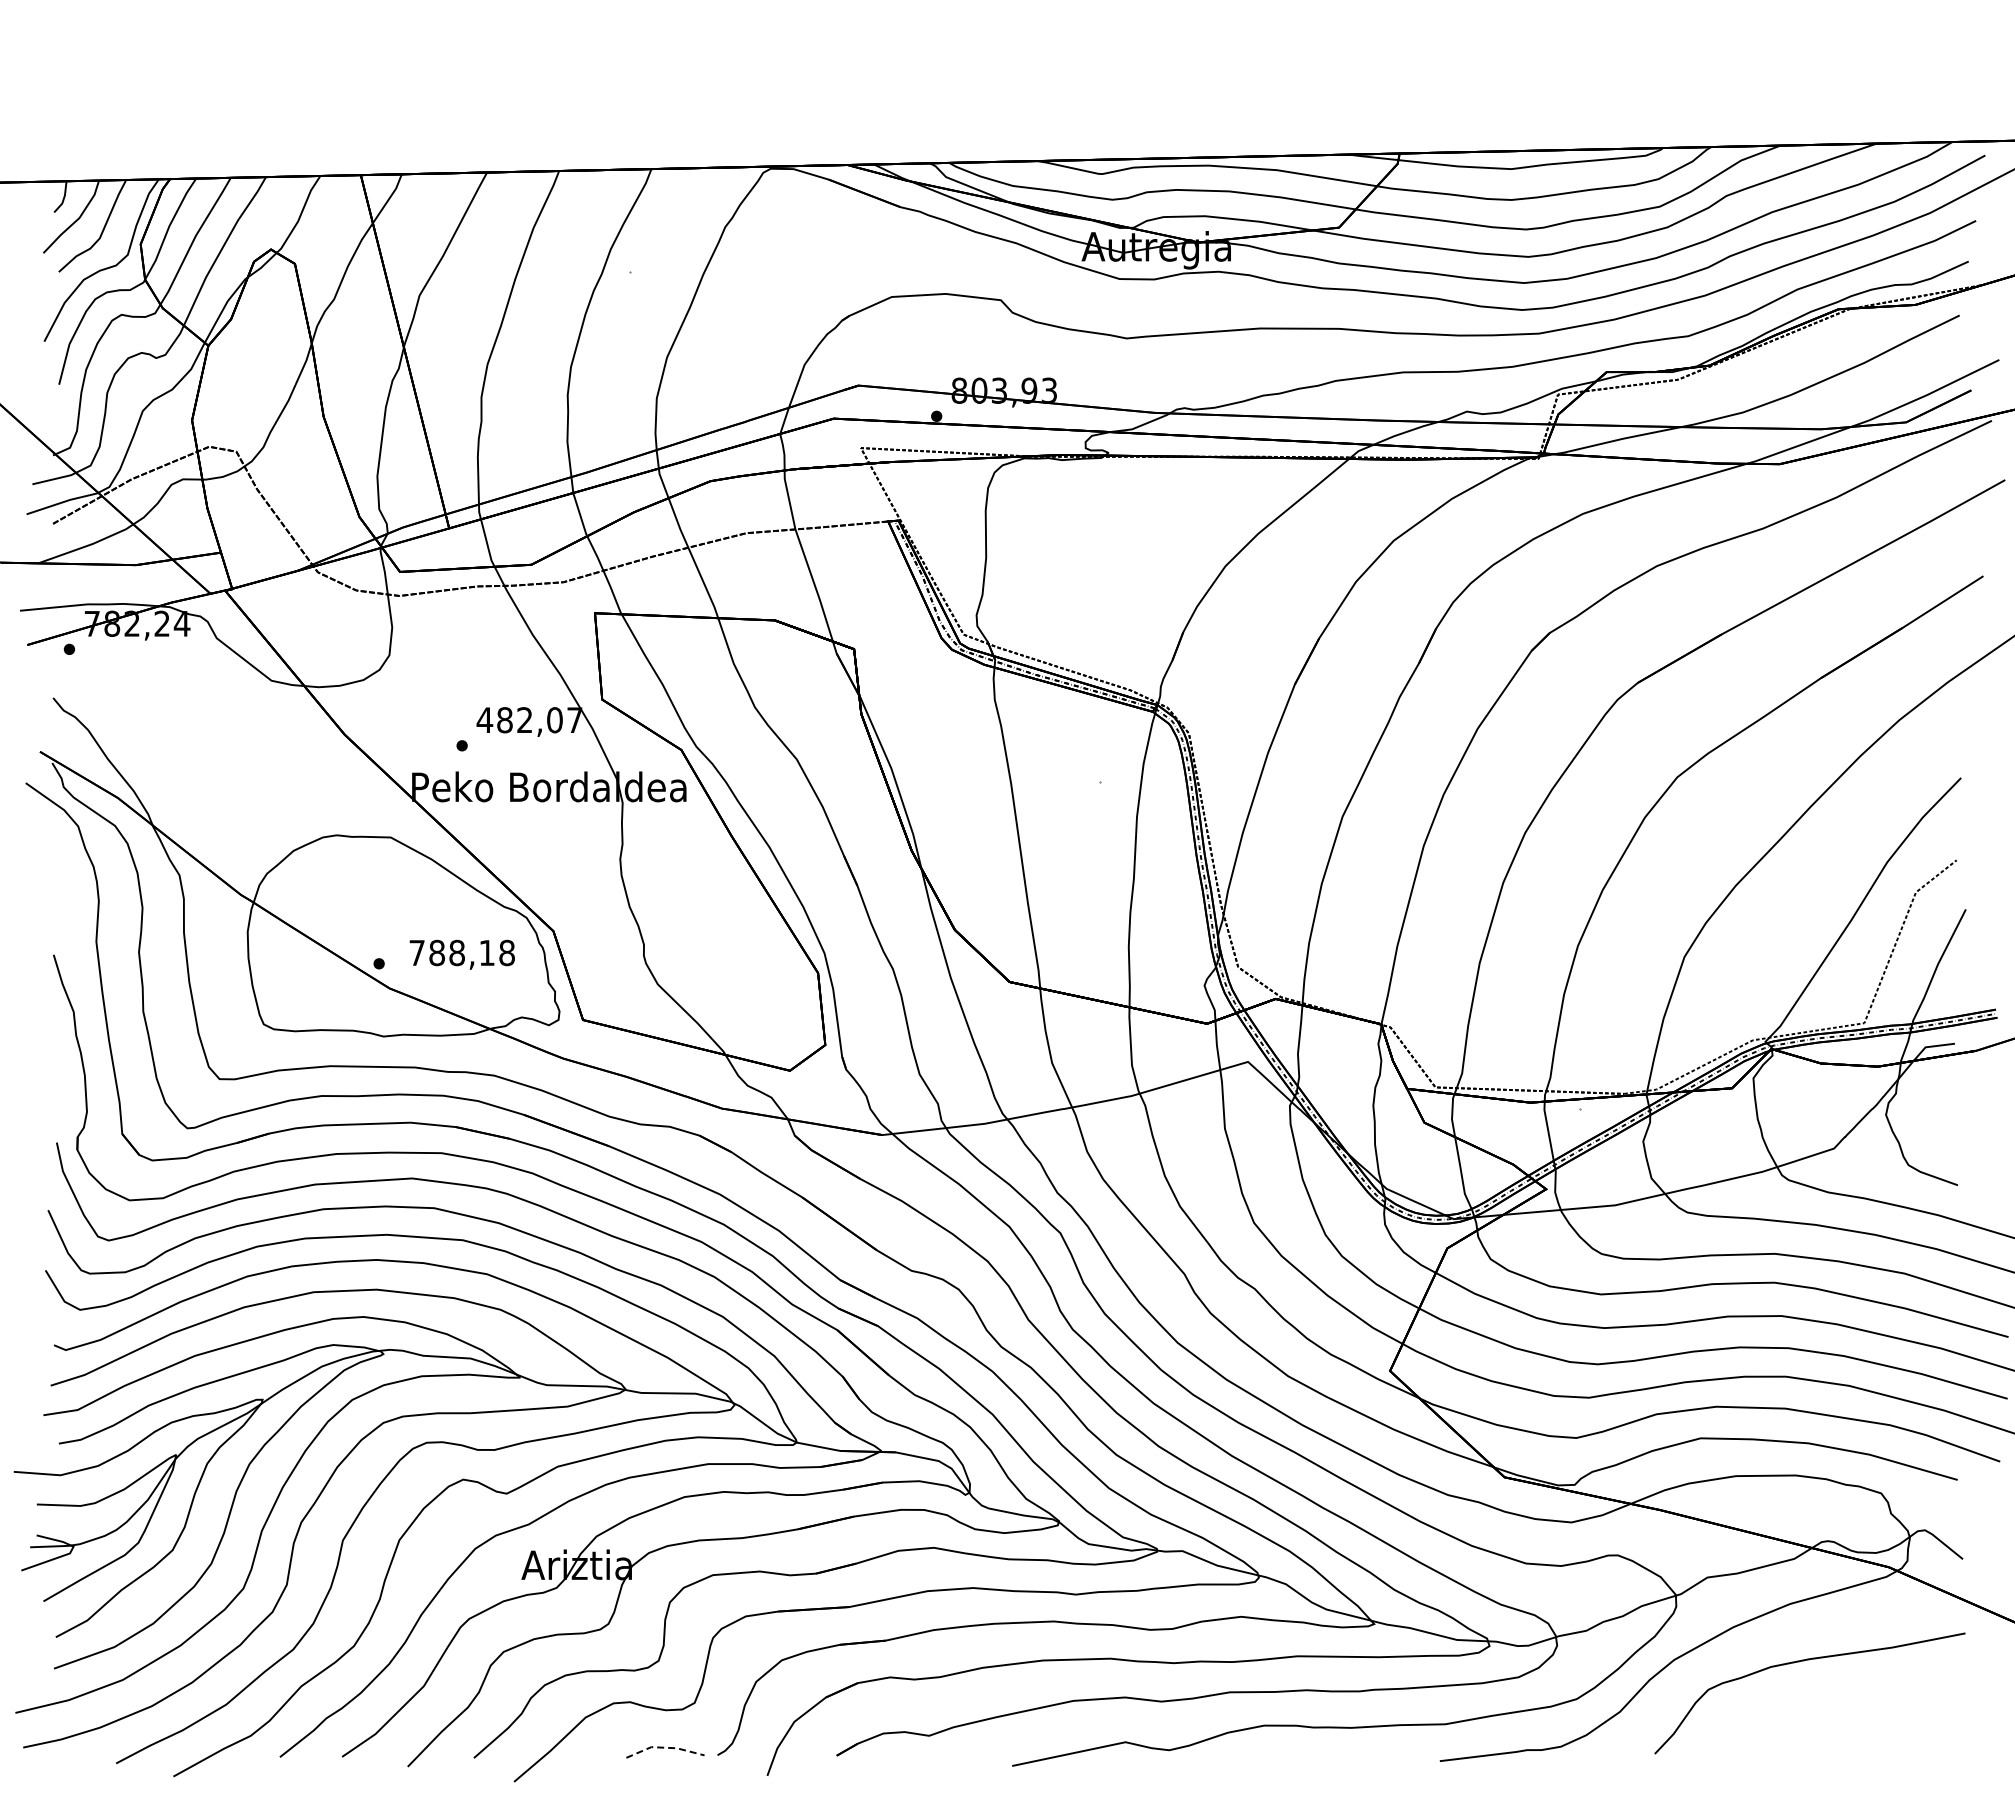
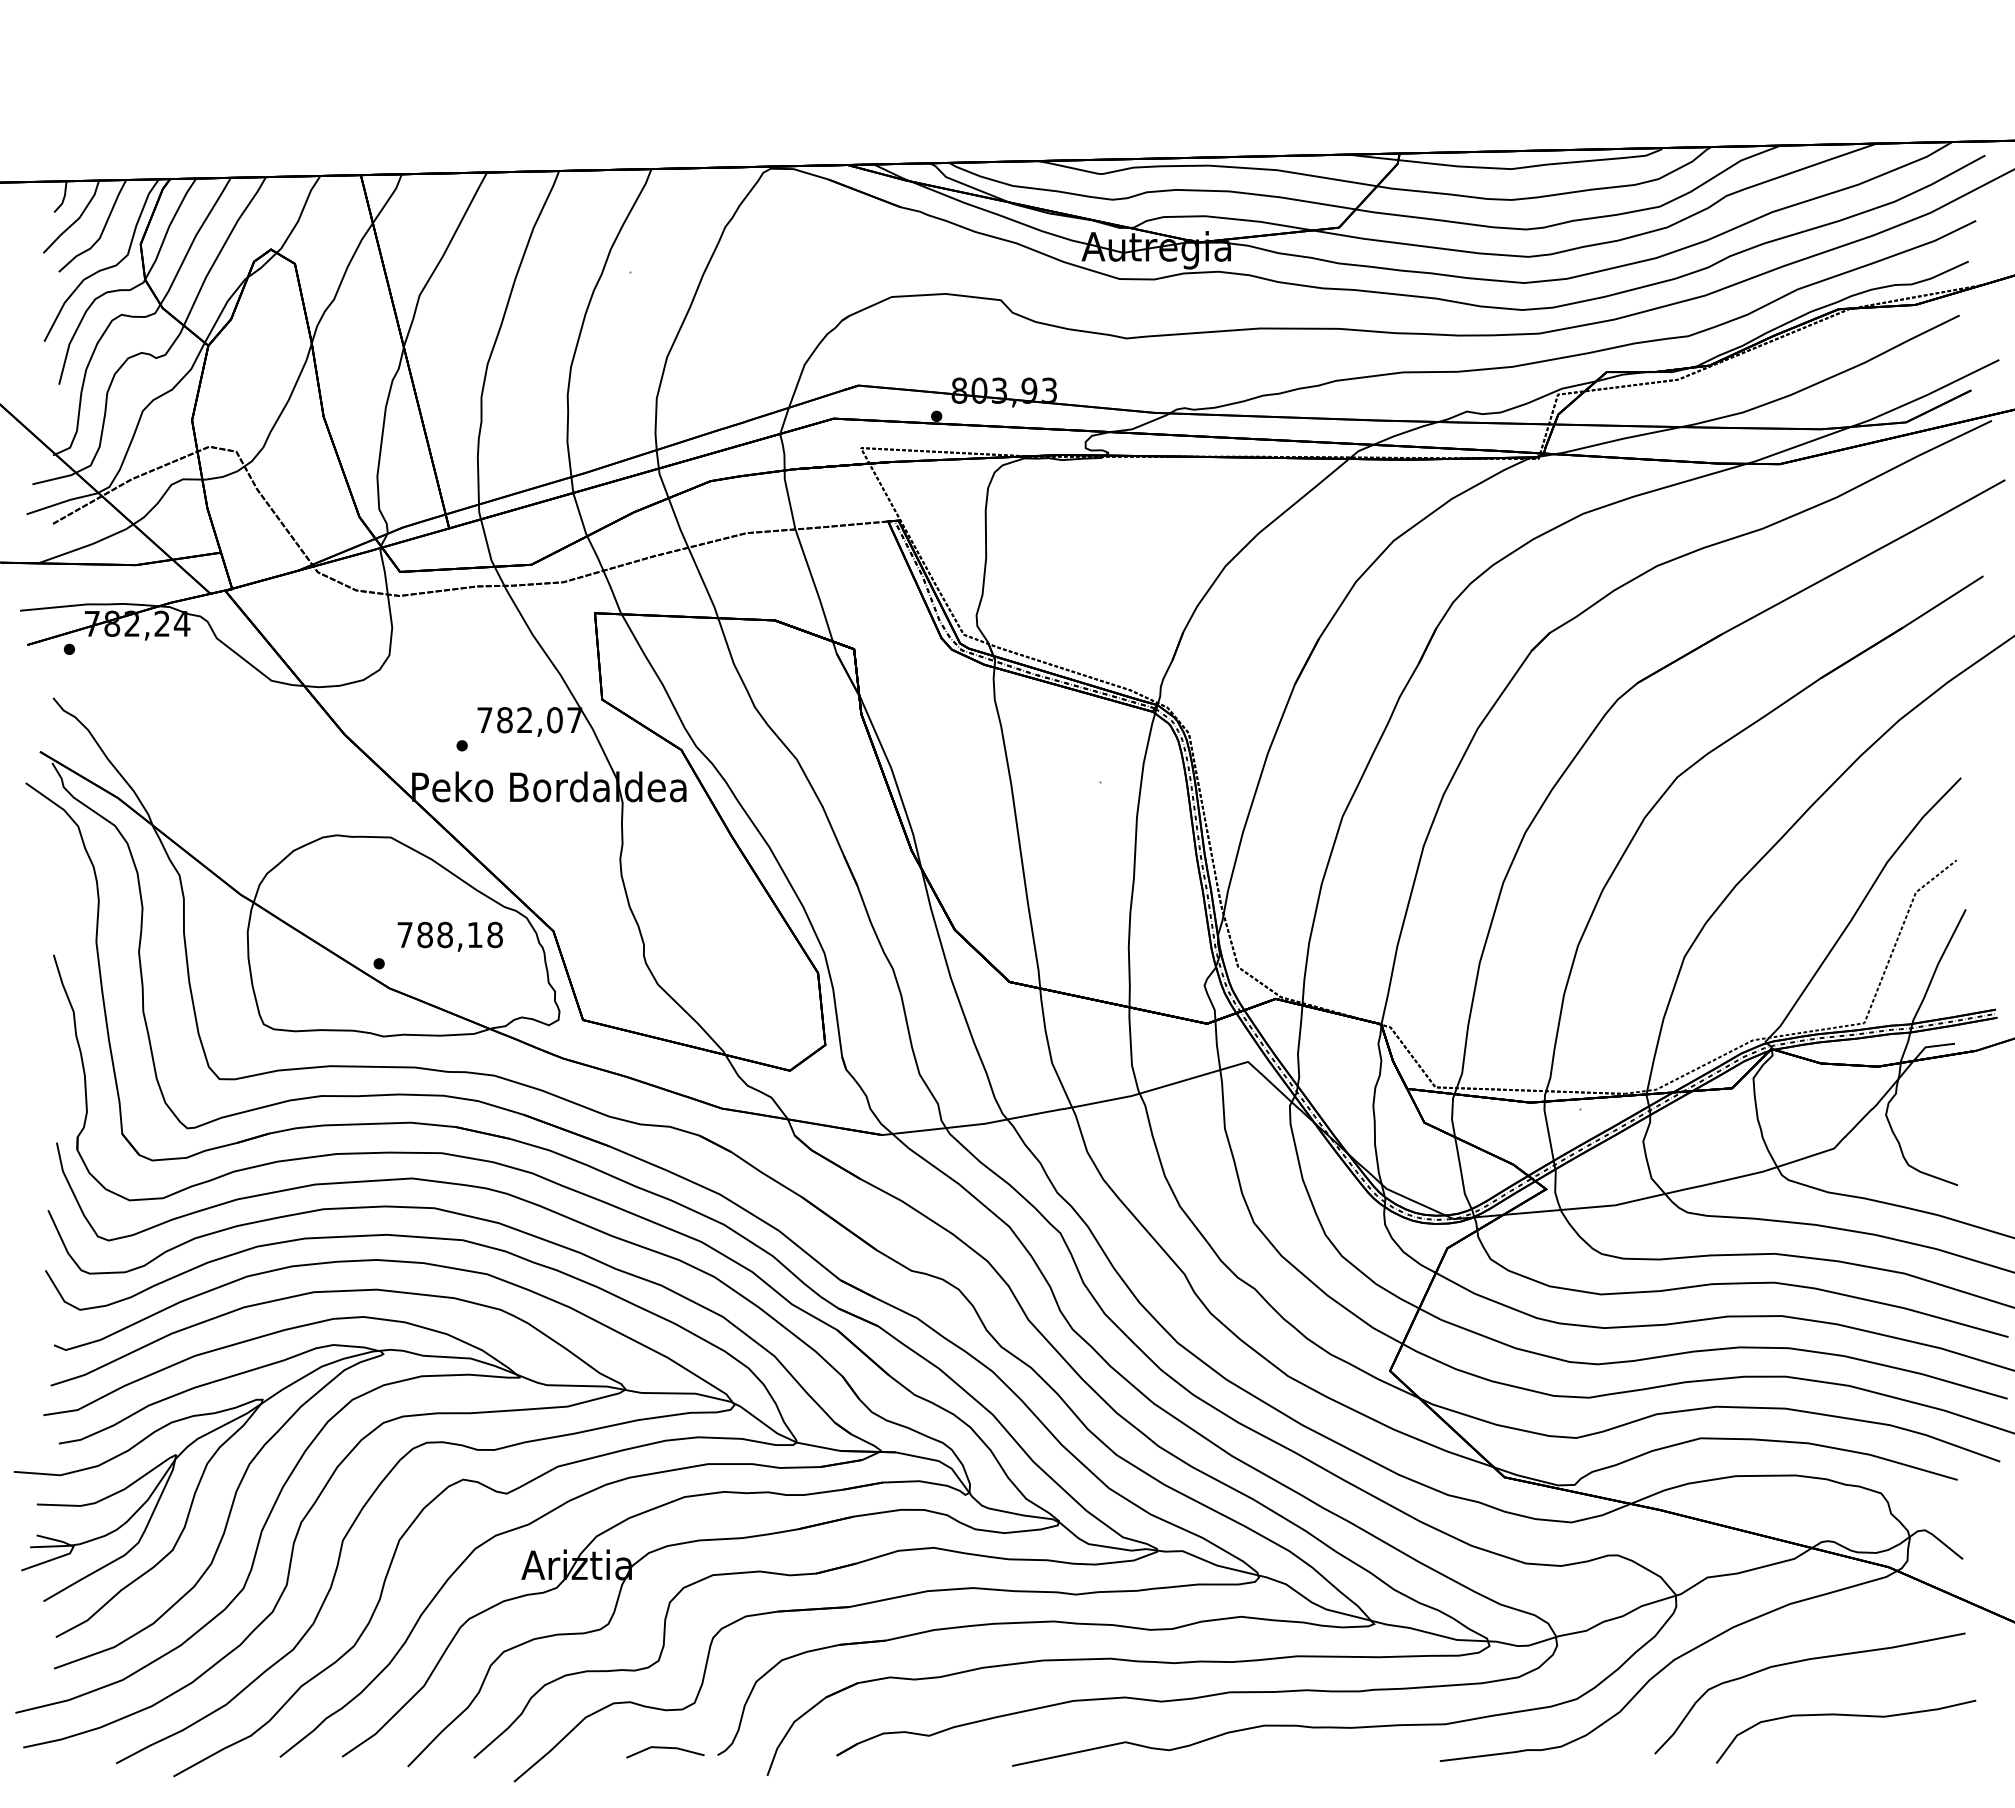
text at (484, 719): 482,07 -> 782,07
text at (461, 954) position: (461, 954) -> (449, 936)
curve at (1849, 1716): none -> present
line at (665, 1747): dashed -> solid
